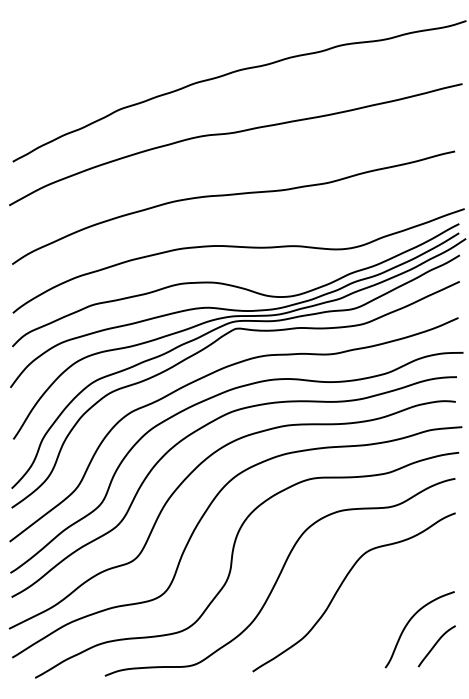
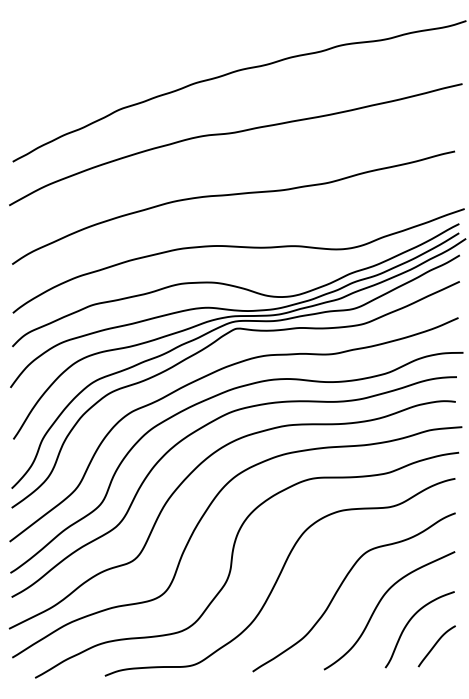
curve at (379, 604): none -> present
